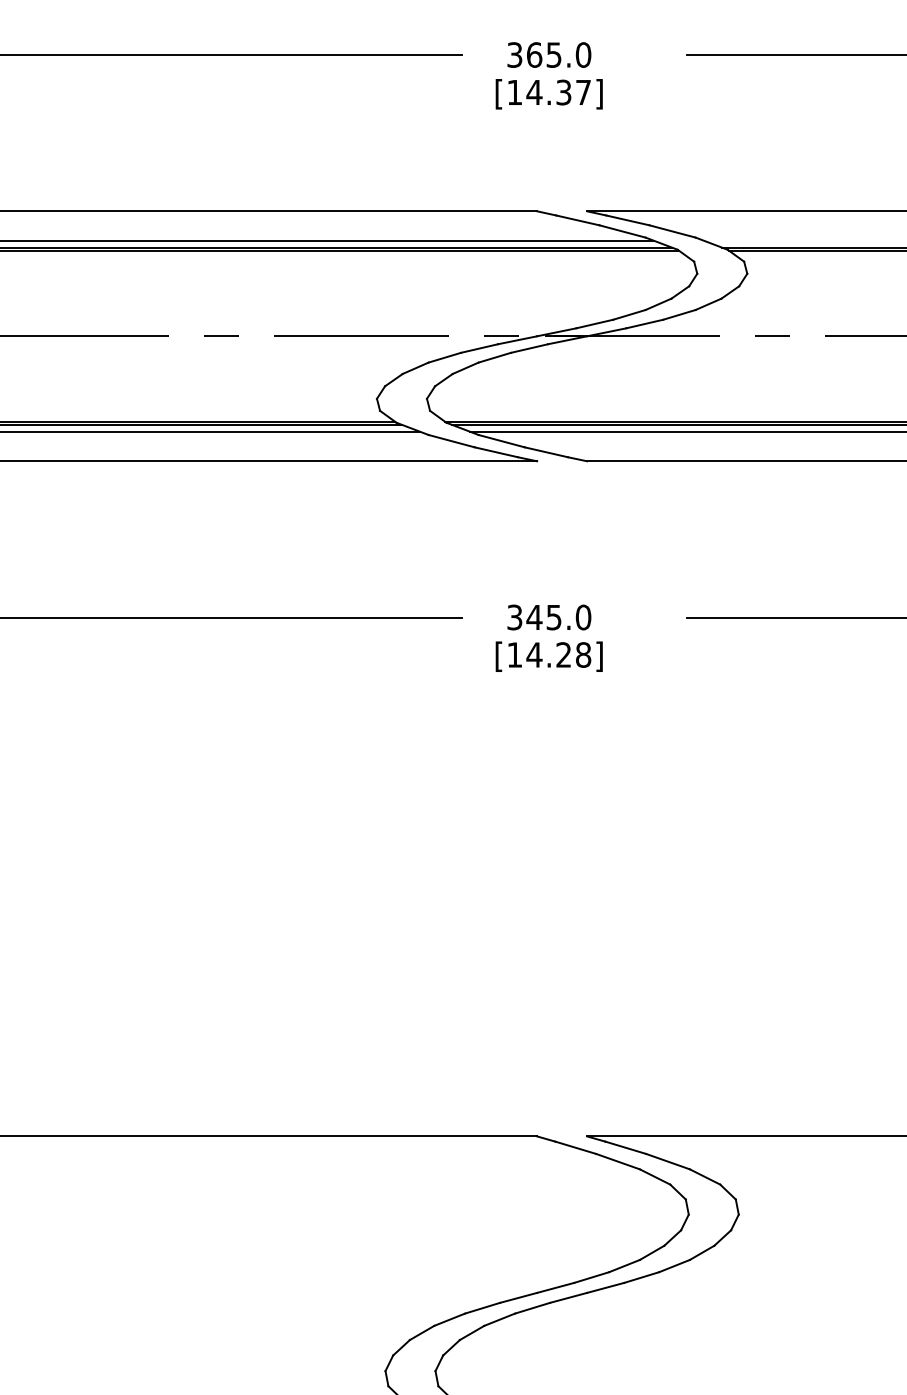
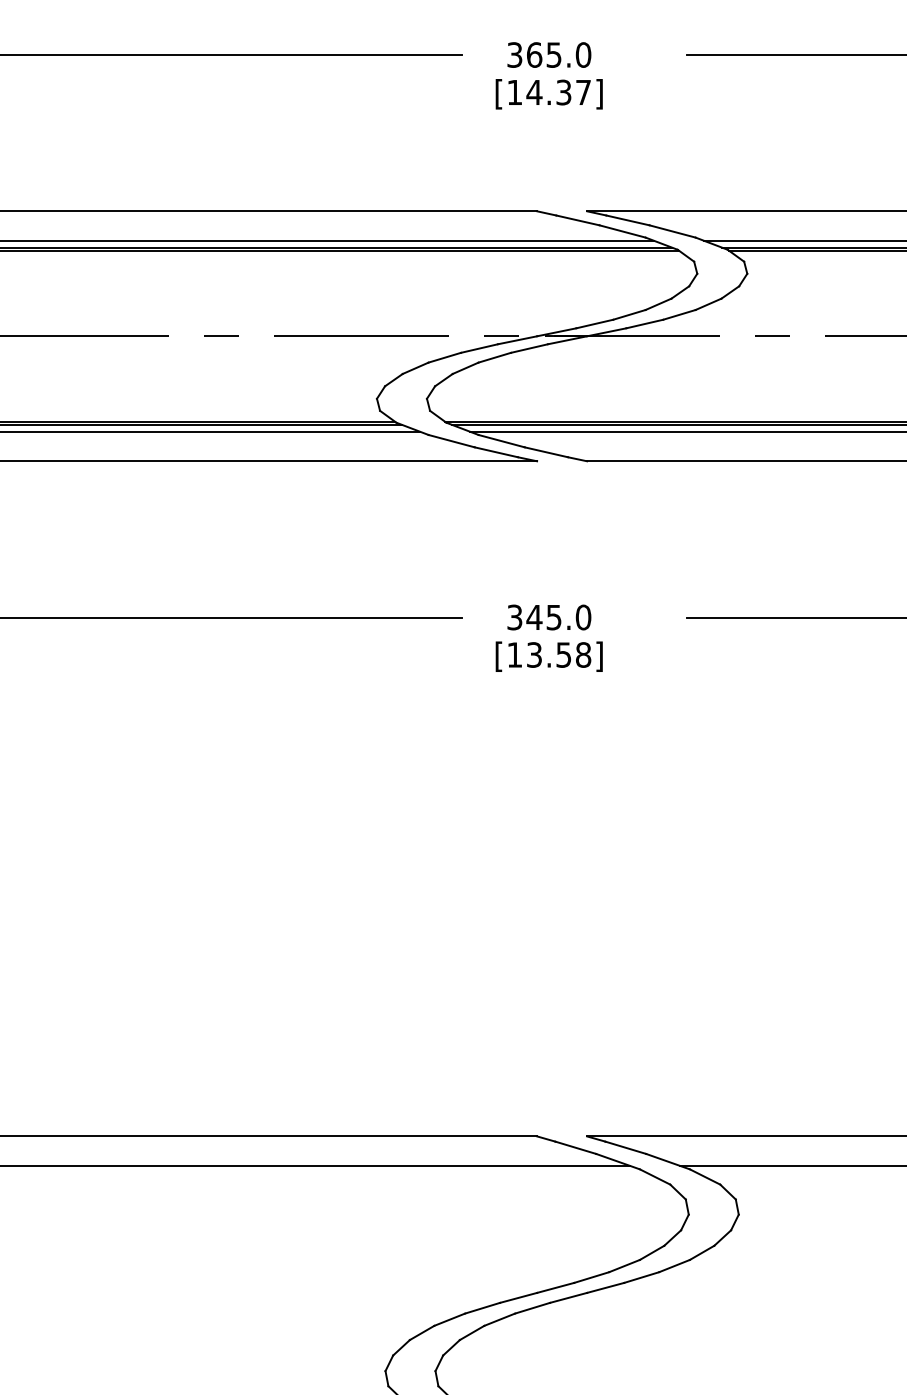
line at (803, 240): none -> present
text at (548, 654): [14.28] -> [13.58]
line at (316, 1165): none -> present
line at (791, 1165): none -> present
